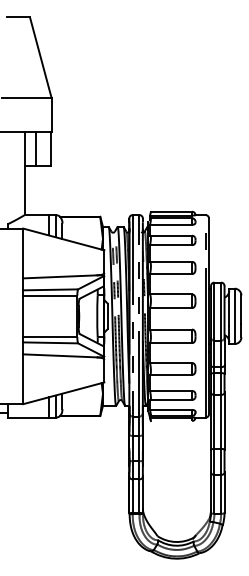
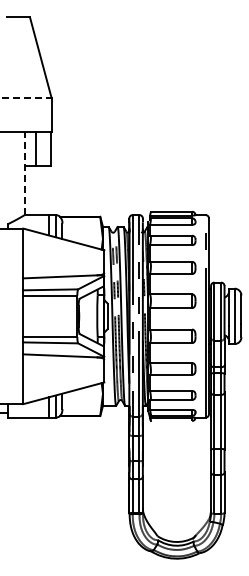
line at (26, 98): solid -> dashed
line at (24, 173): solid -> dashed
